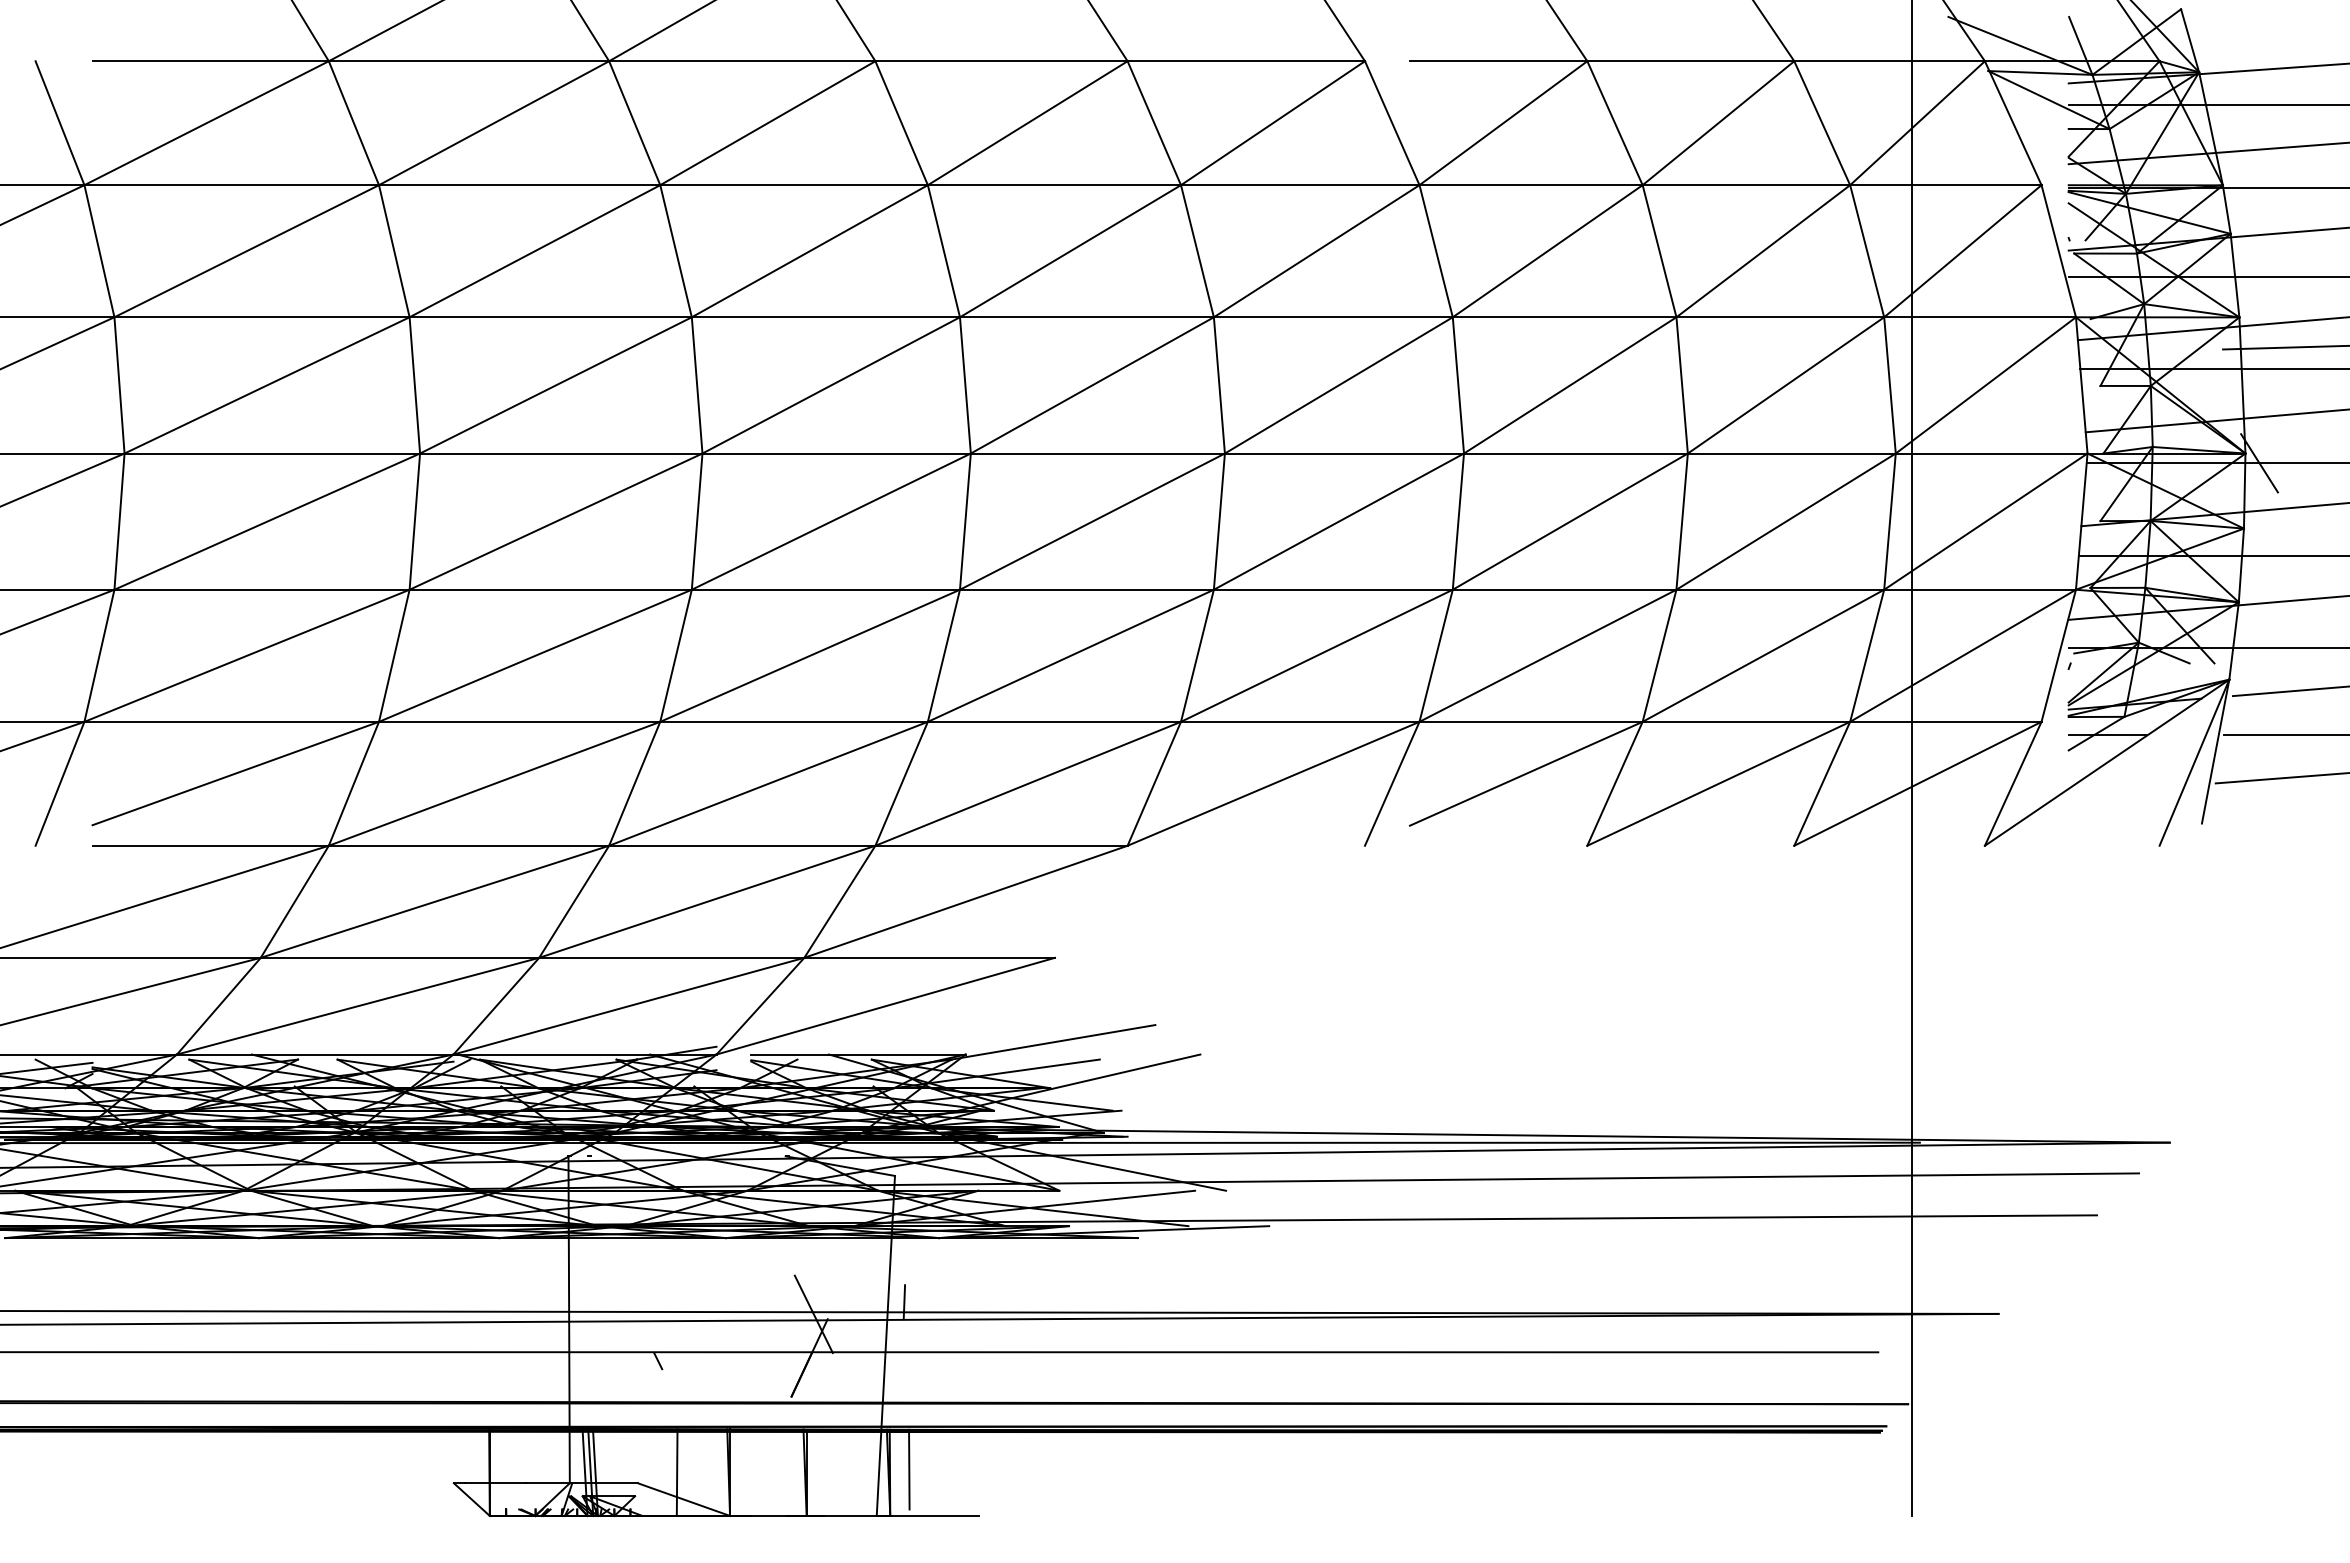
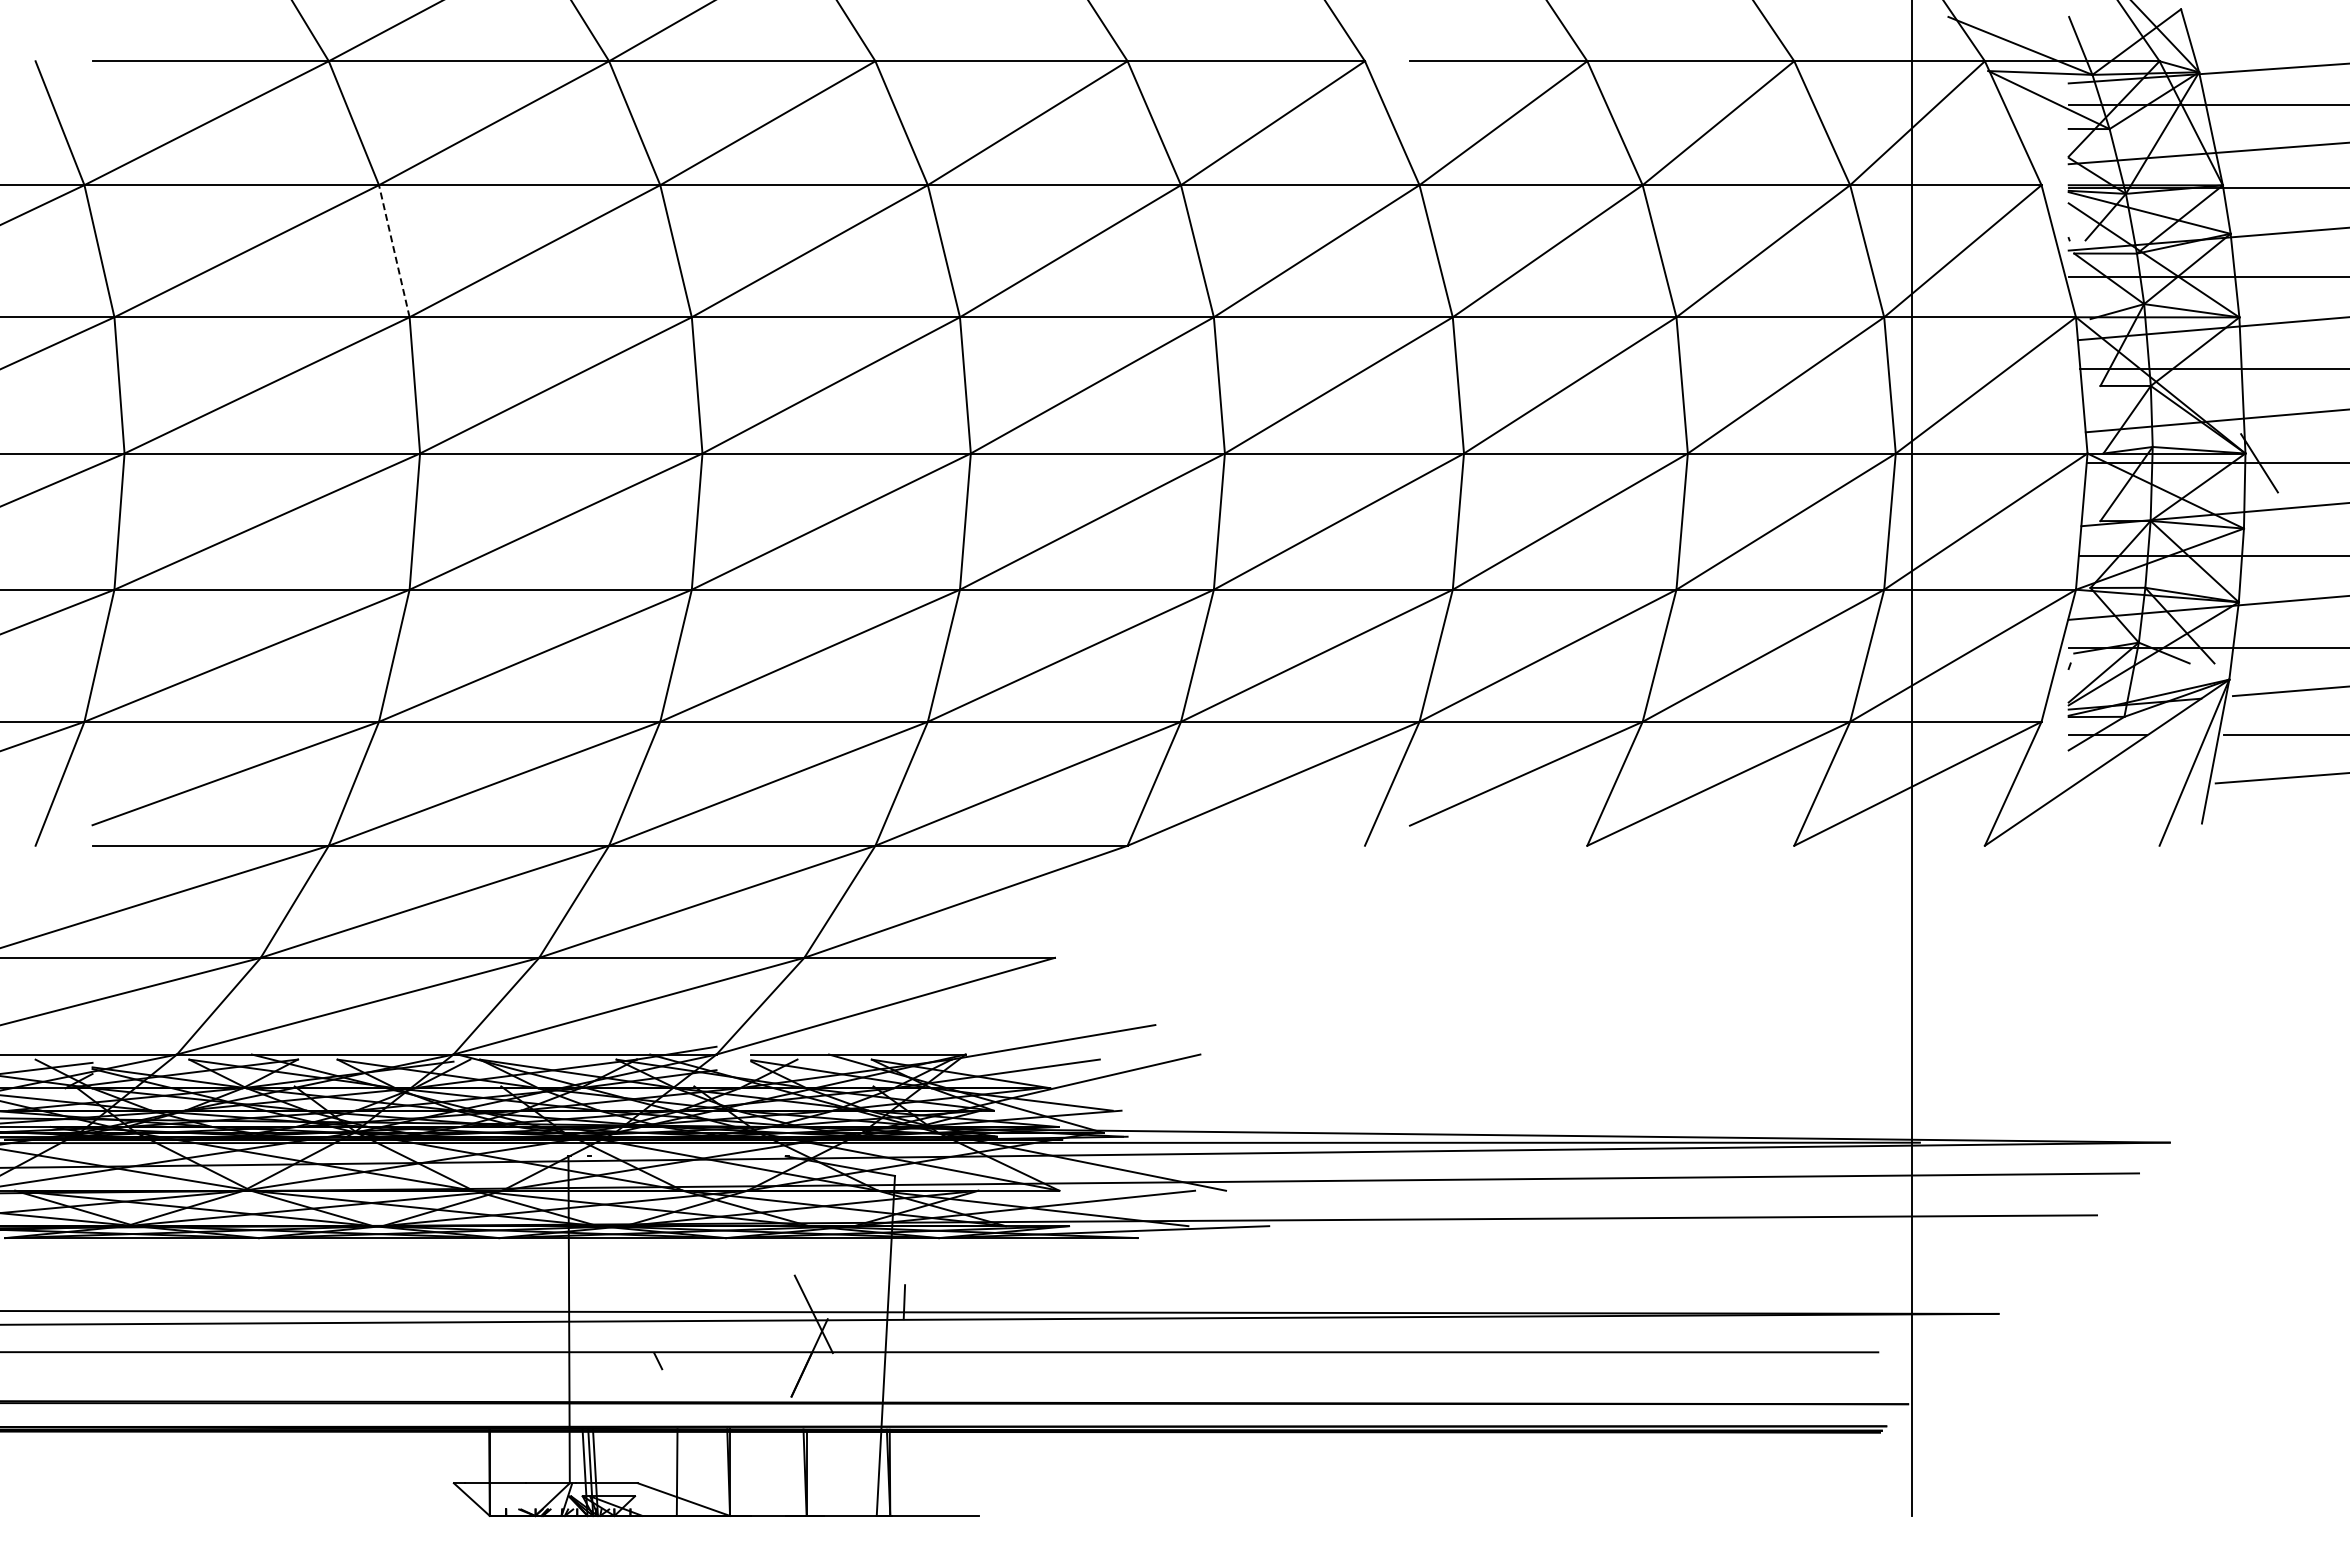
line at (394, 251): solid -> dashed
line at (2284, 347): present -> none
line at (909, 1469): present -> none
